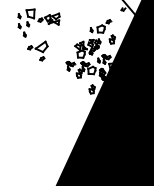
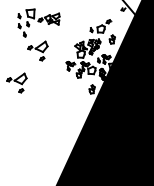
part at (16, 82): none -> present
